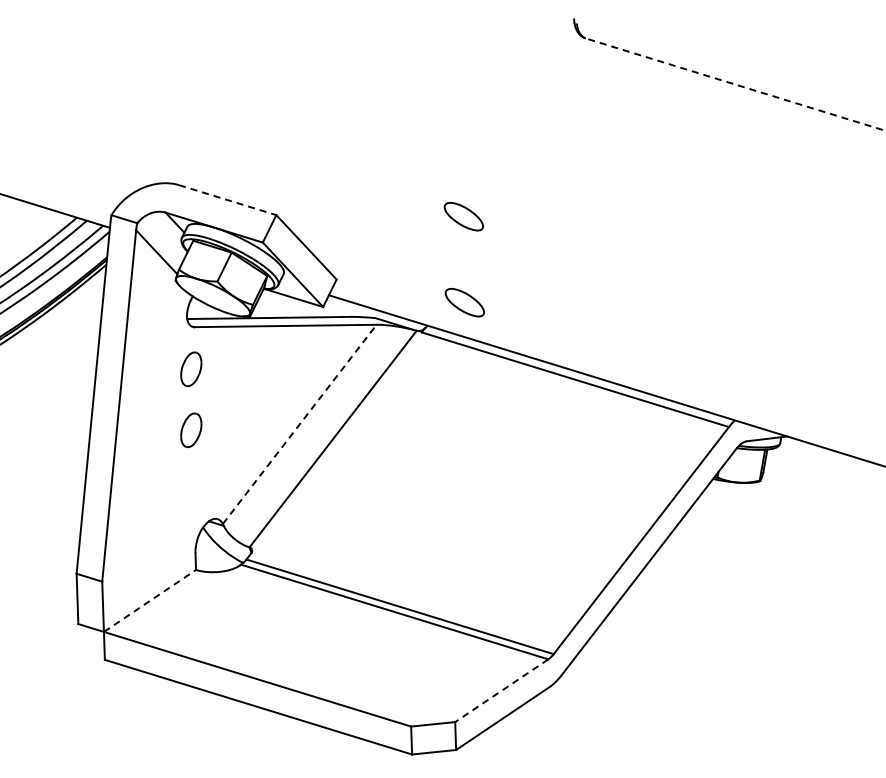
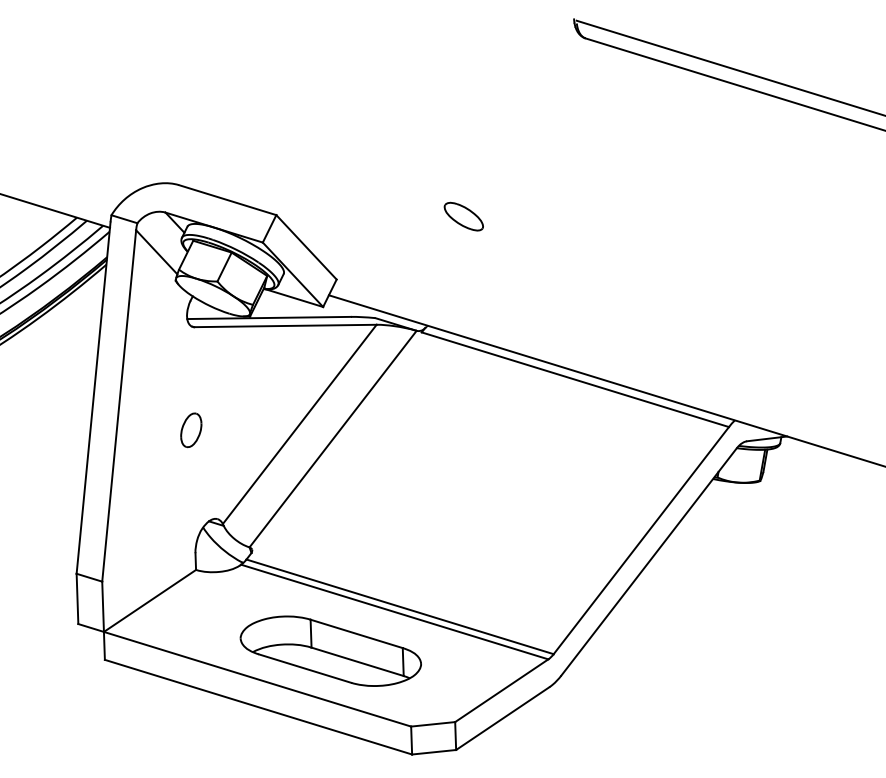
line at (729, 67): none -> present
line at (735, 84): dashed -> solid
line at (227, 200): dashed -> solid
part at (464, 302): present -> none
part at (191, 369): present -> none
line at (299, 424): dashed -> solid
line at (150, 600): dashed -> solid
part at (330, 650): none -> present
line at (501, 691): dashed -> solid
